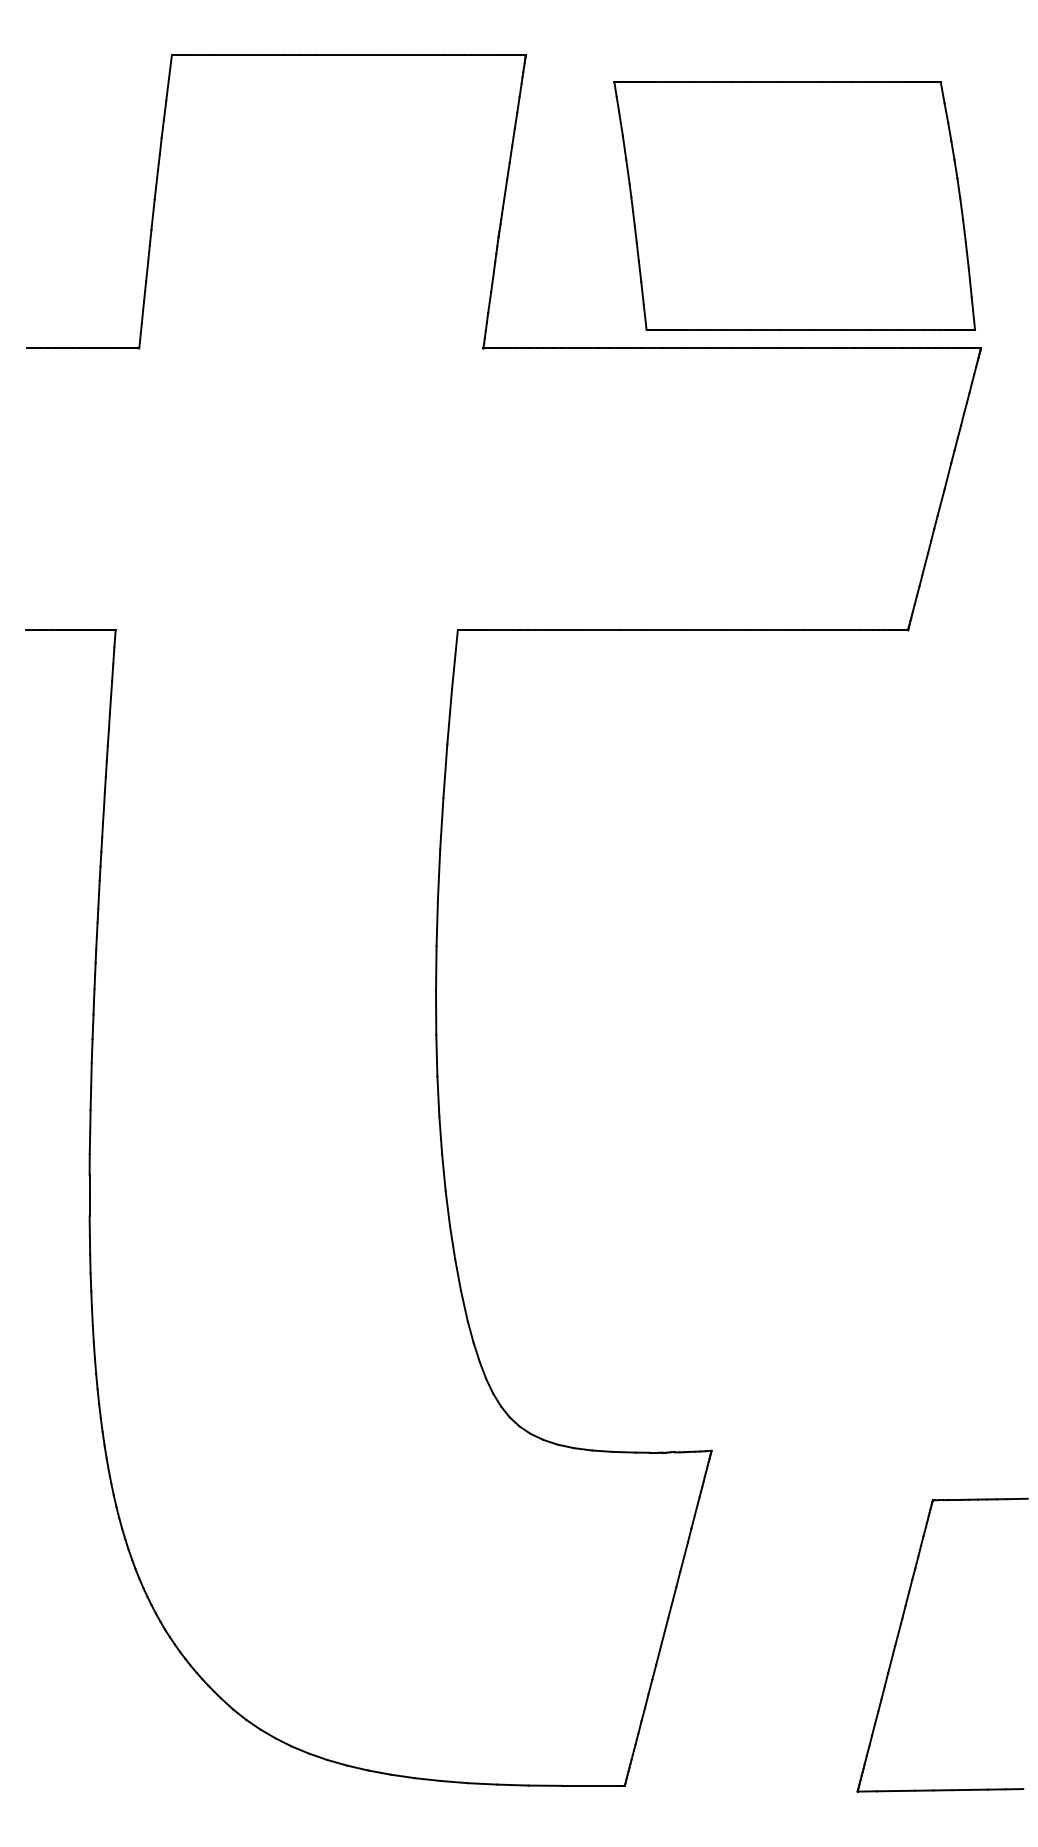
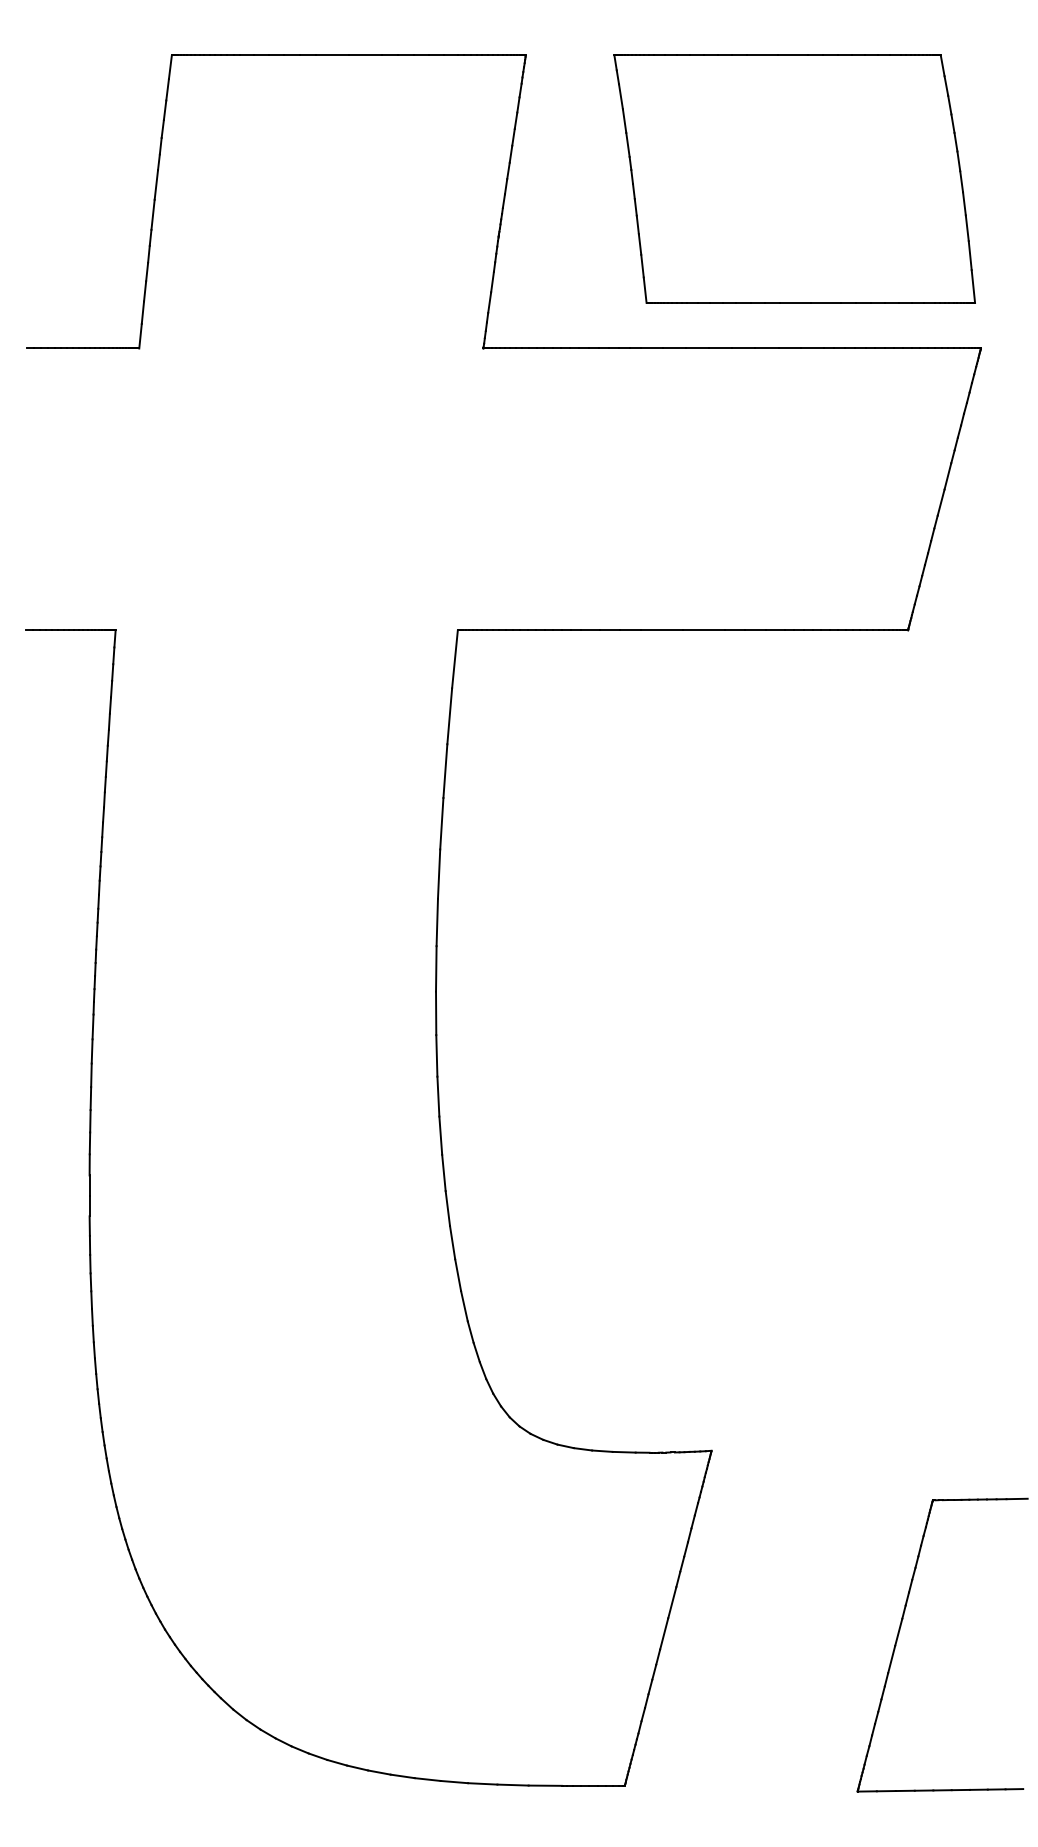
part at (794, 205) position: (794, 205) -> (794, 178)
